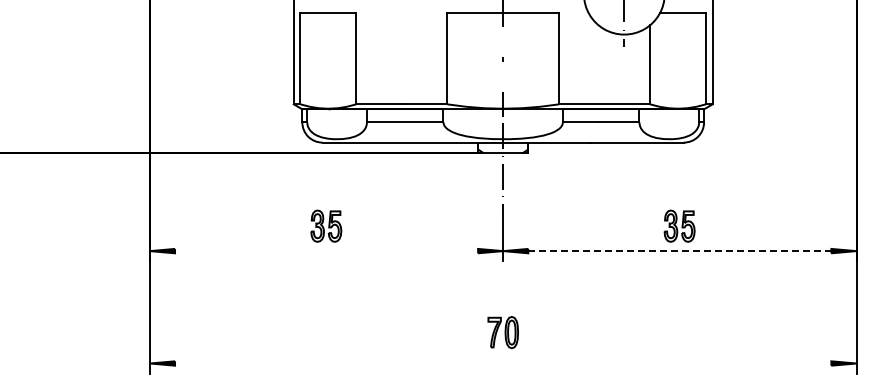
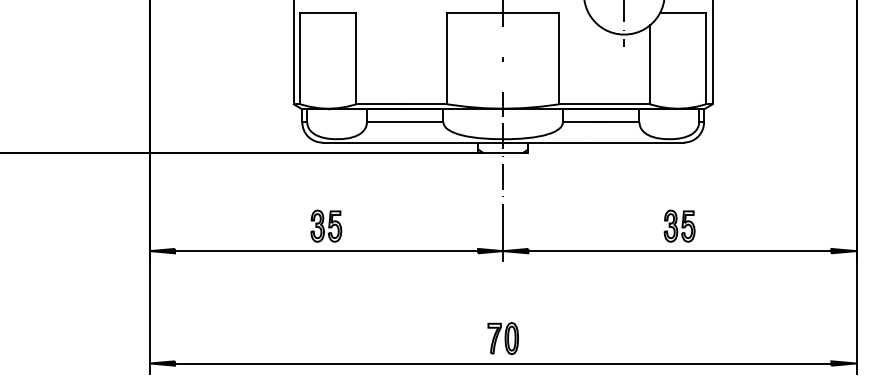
line at (326, 251): none -> present
line at (679, 251): dashed -> solid
part at (502, 332) position: (502, 332) -> (502, 338)
line at (503, 363): none -> present
